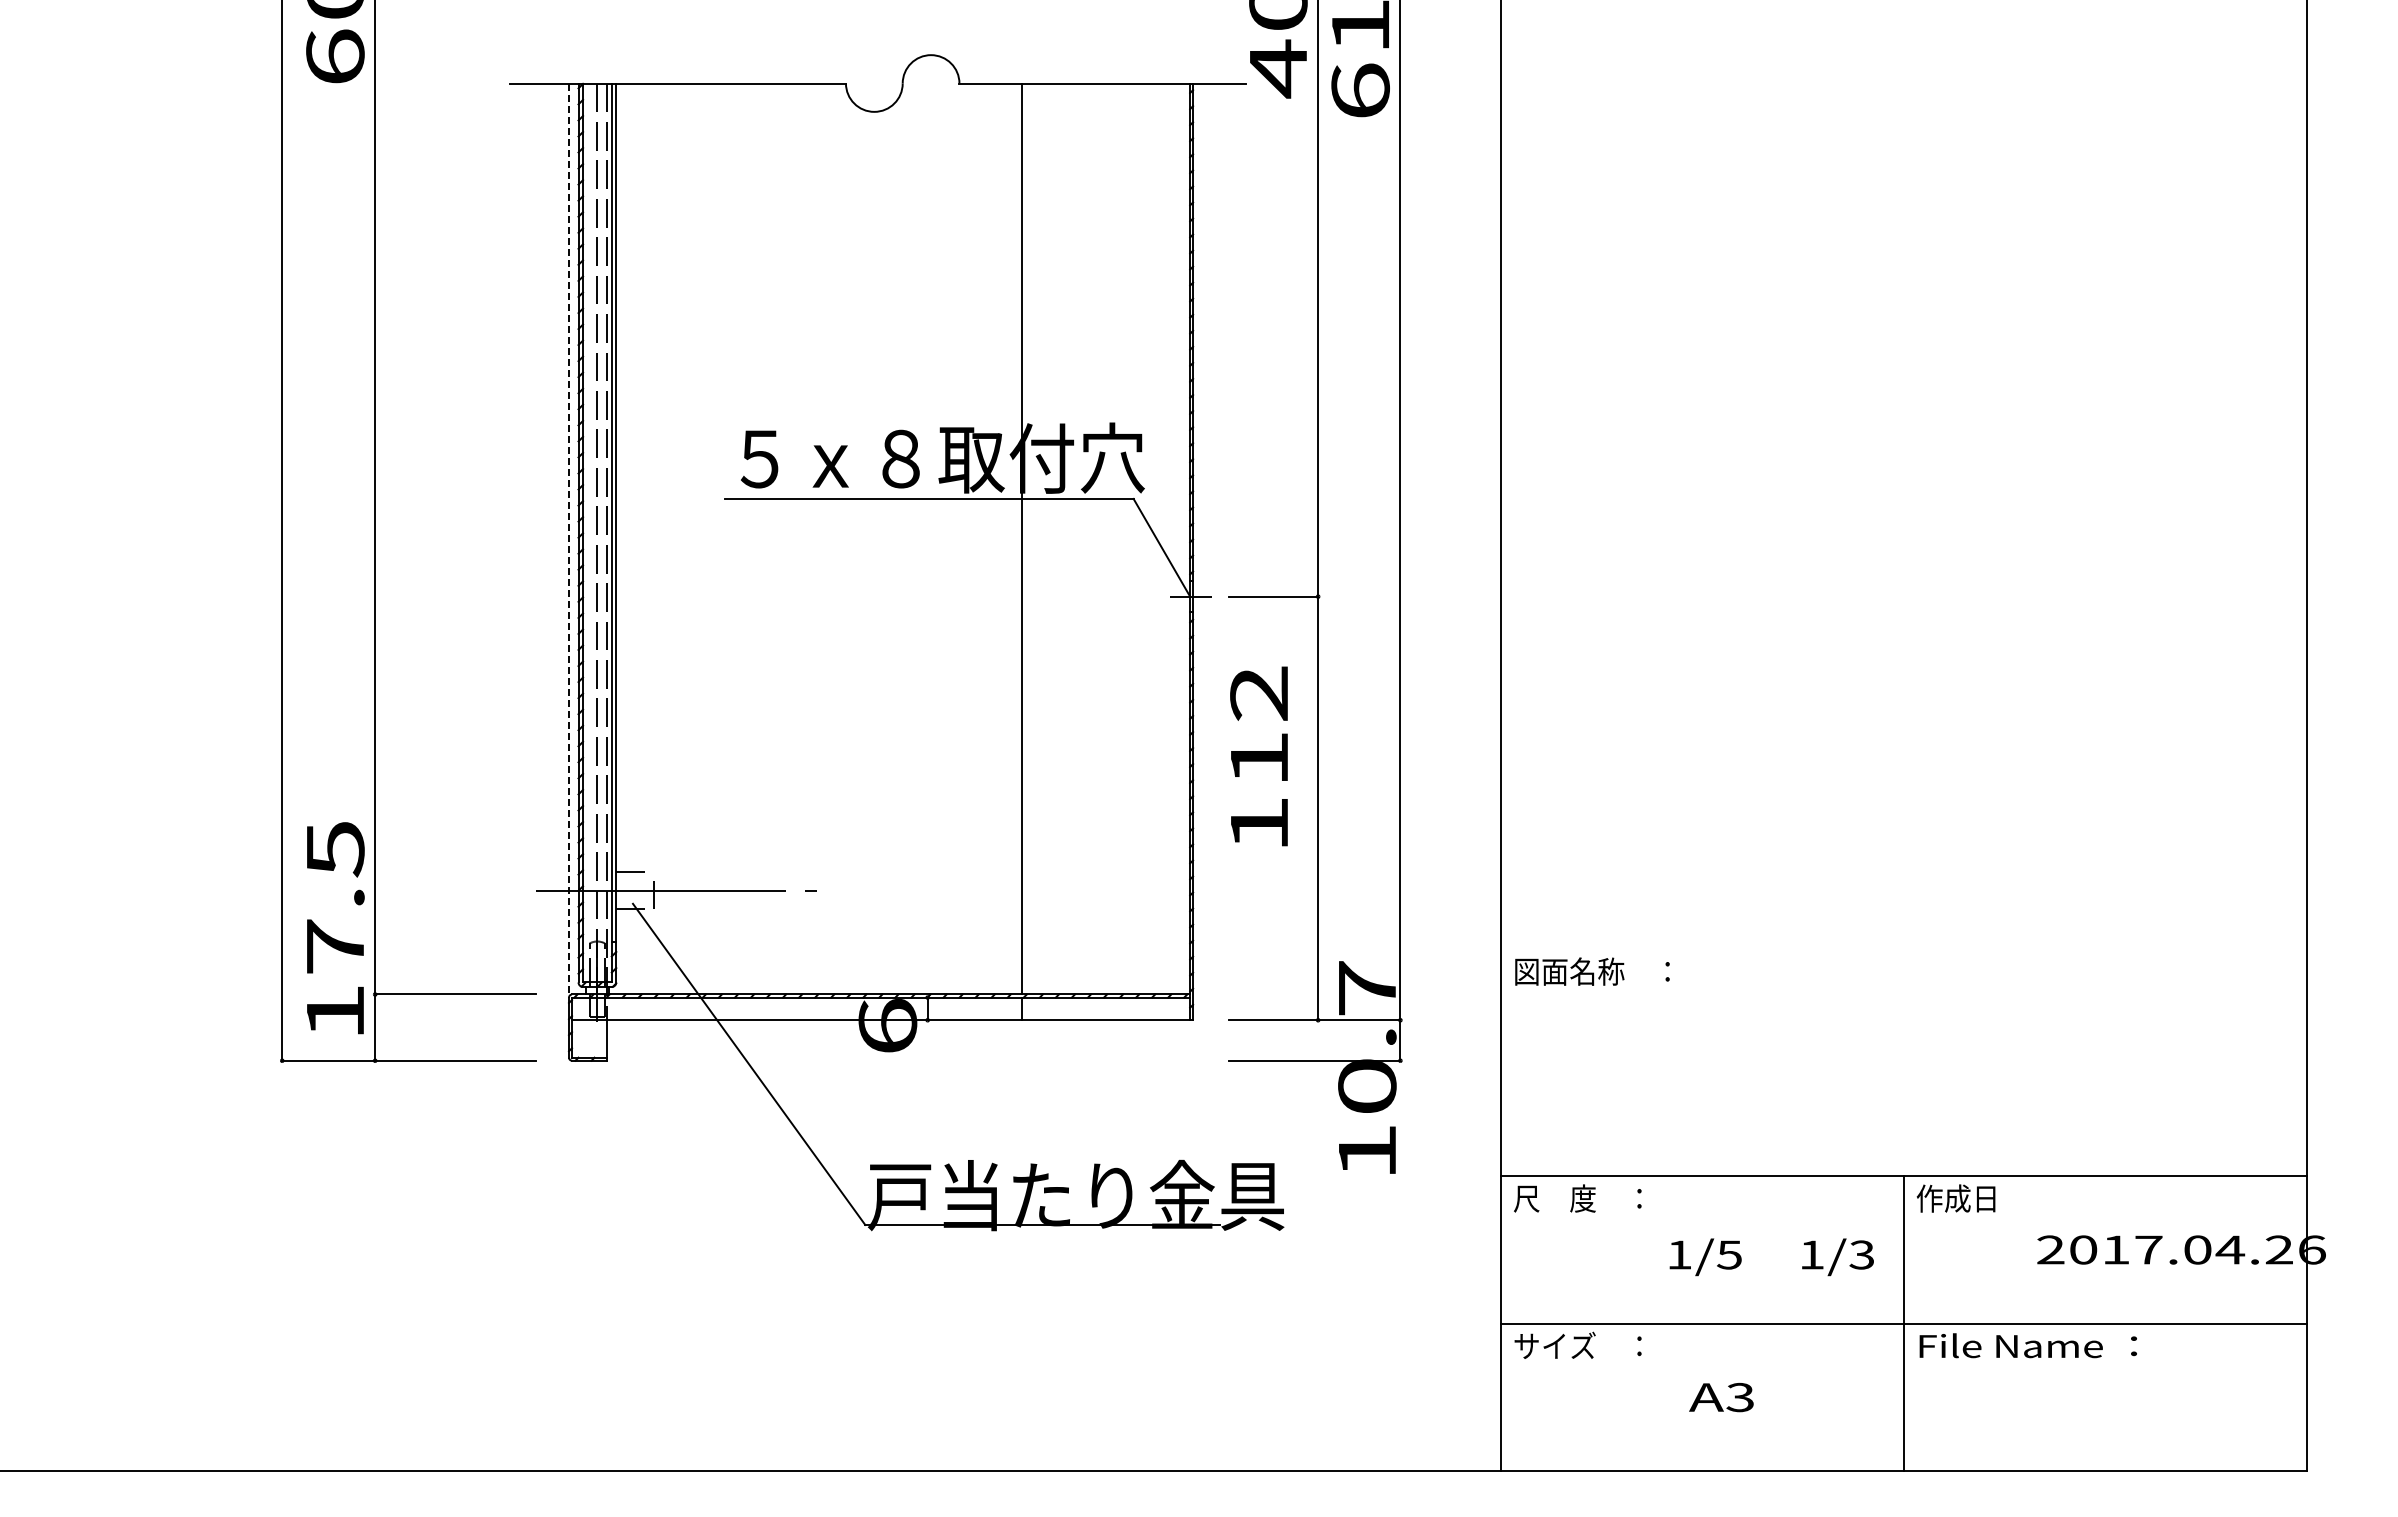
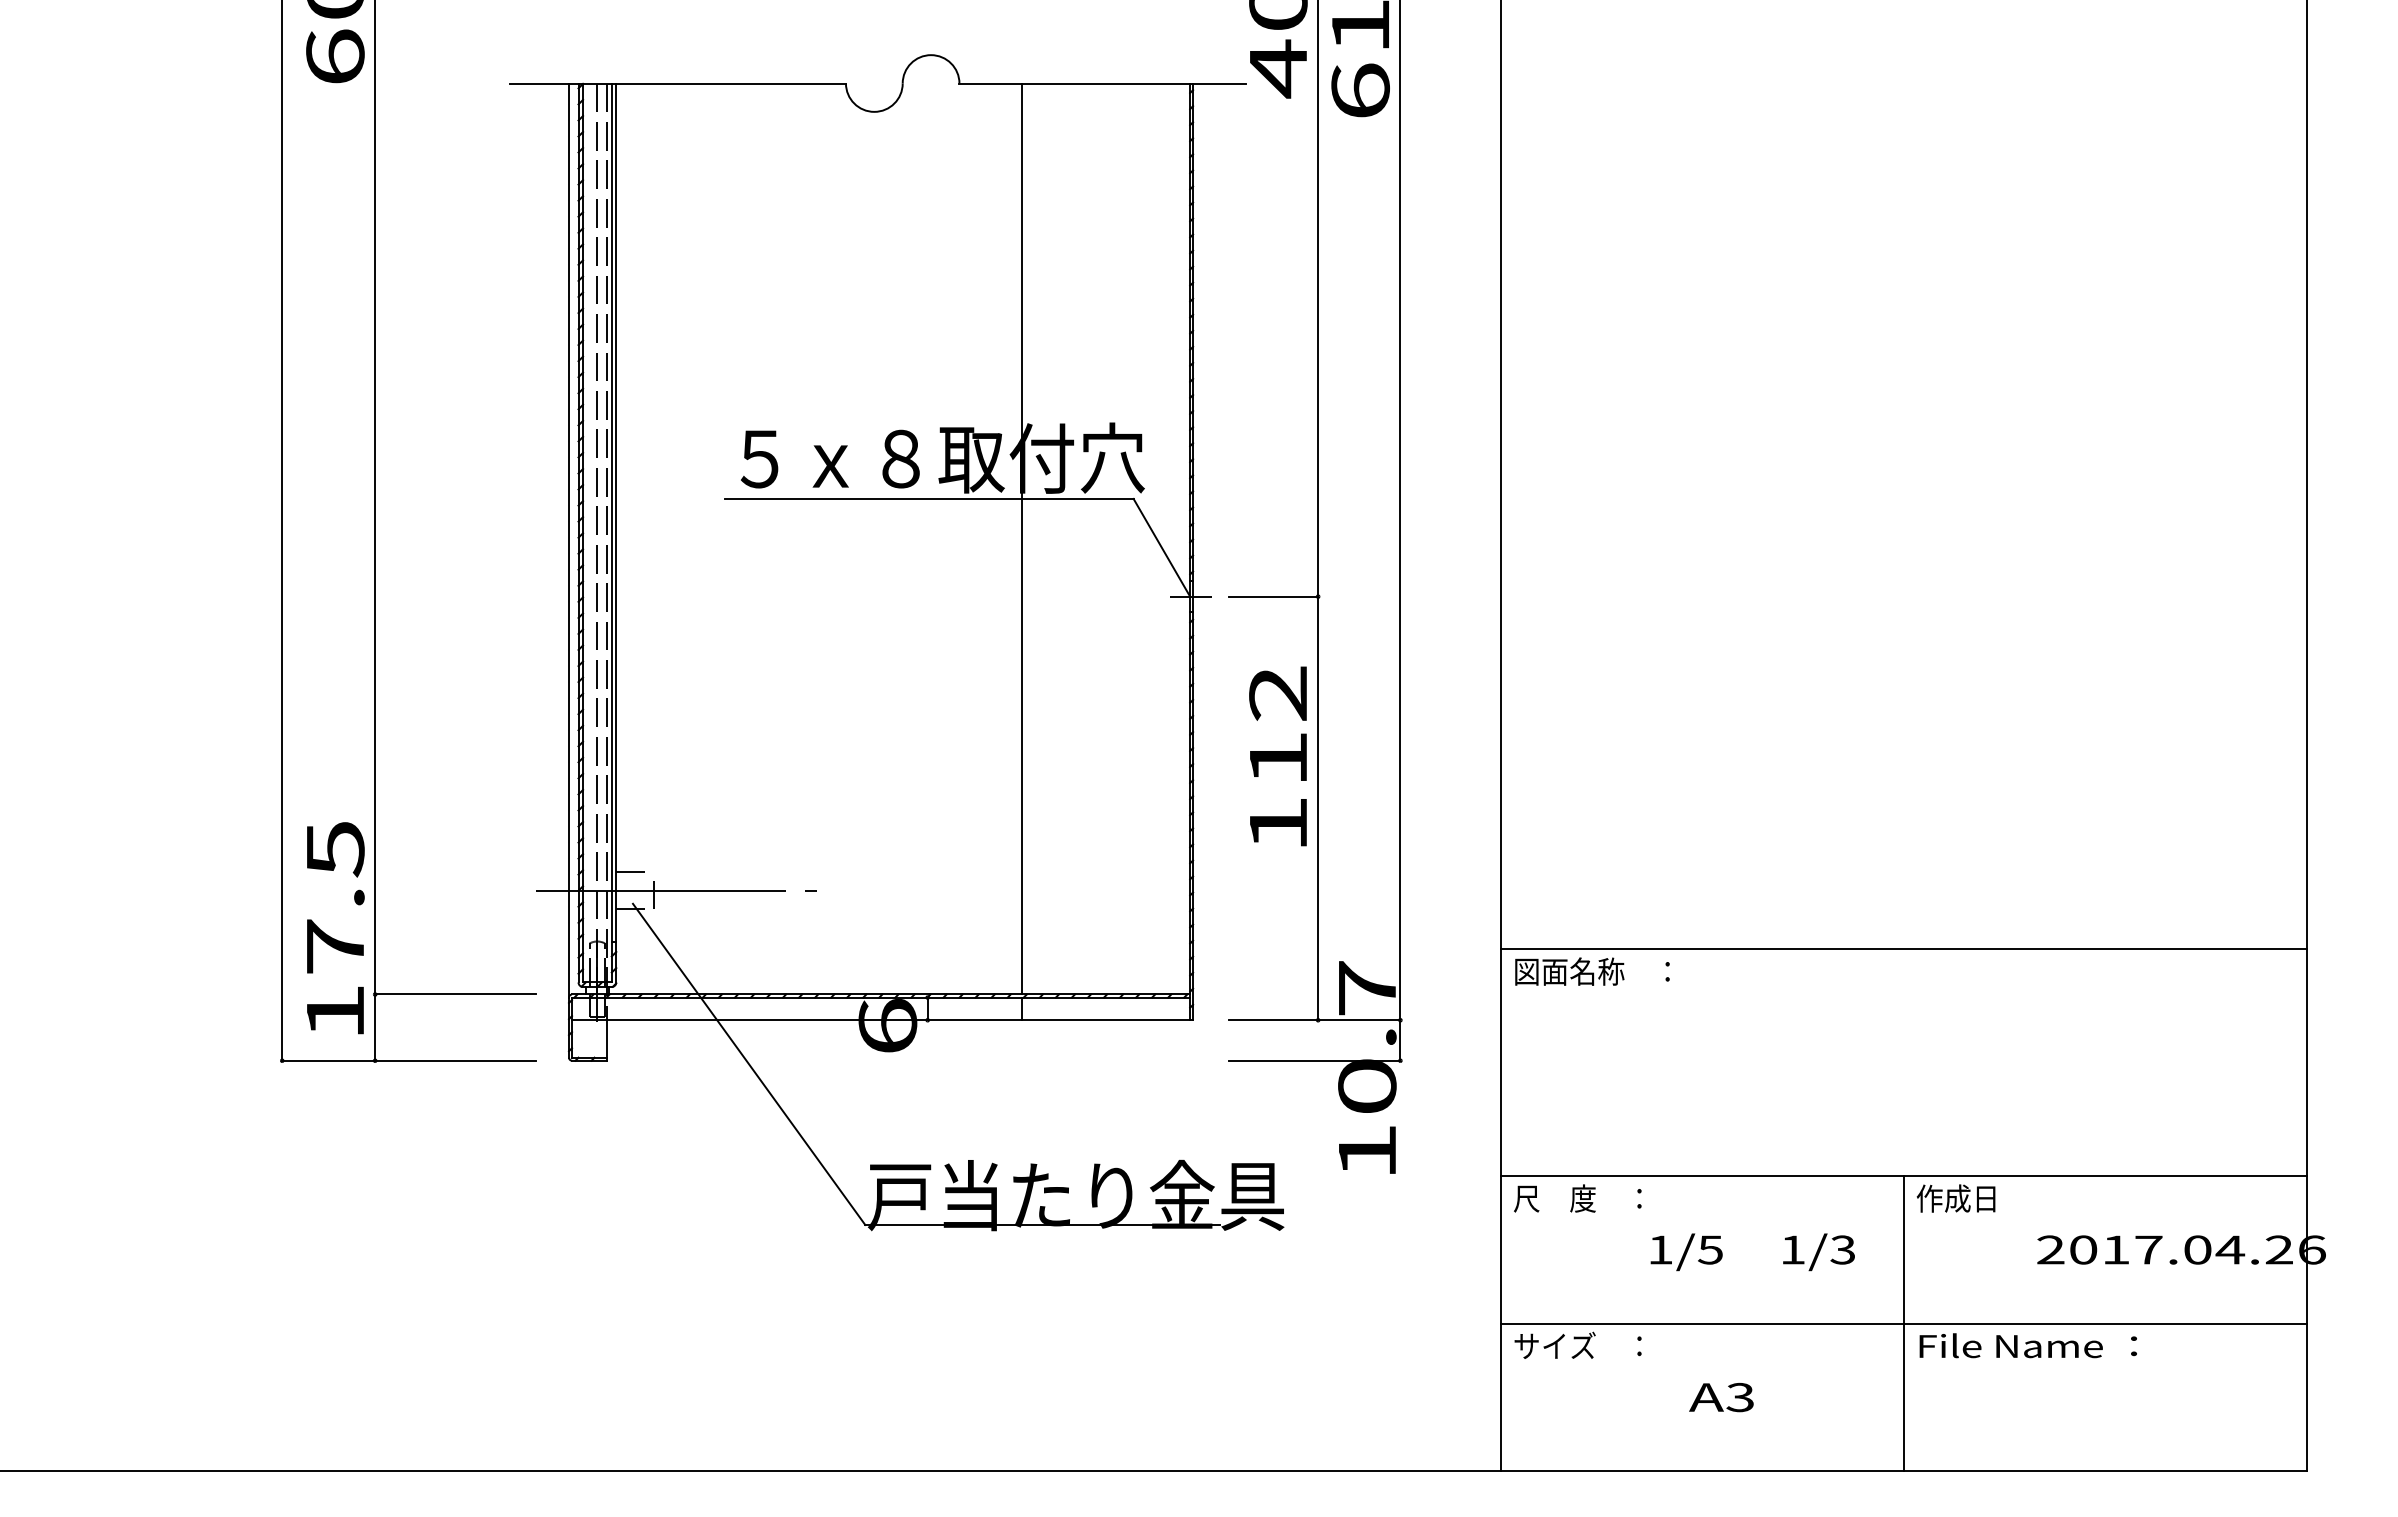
line at (568, 541): dashed -> solid
text at (1258, 756) position: (1258, 756) -> (1277, 756)
line at (1904, 949): none -> present
text at (1771, 1257) position: (1771, 1257) -> (1752, 1252)
